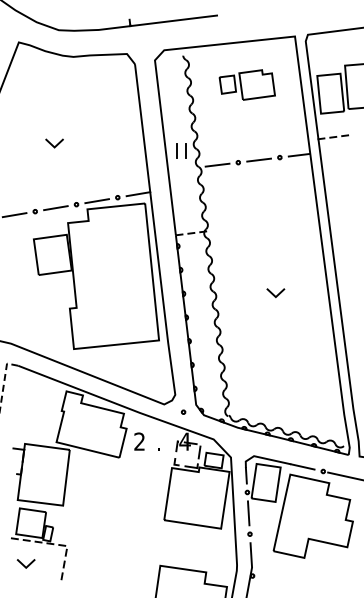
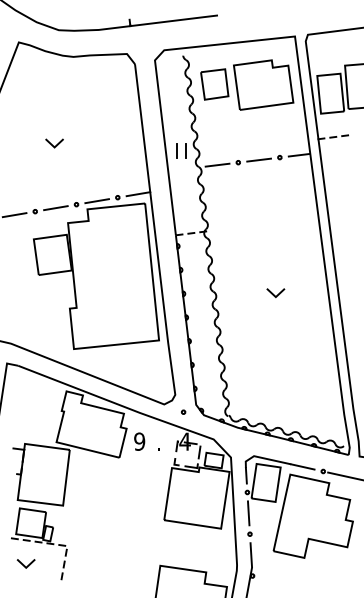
part at (246, 84) size: 58x32 px -> 95x52 px
line at (4, 380): dashed -> solid
text at (139, 441): 2 -> 9
